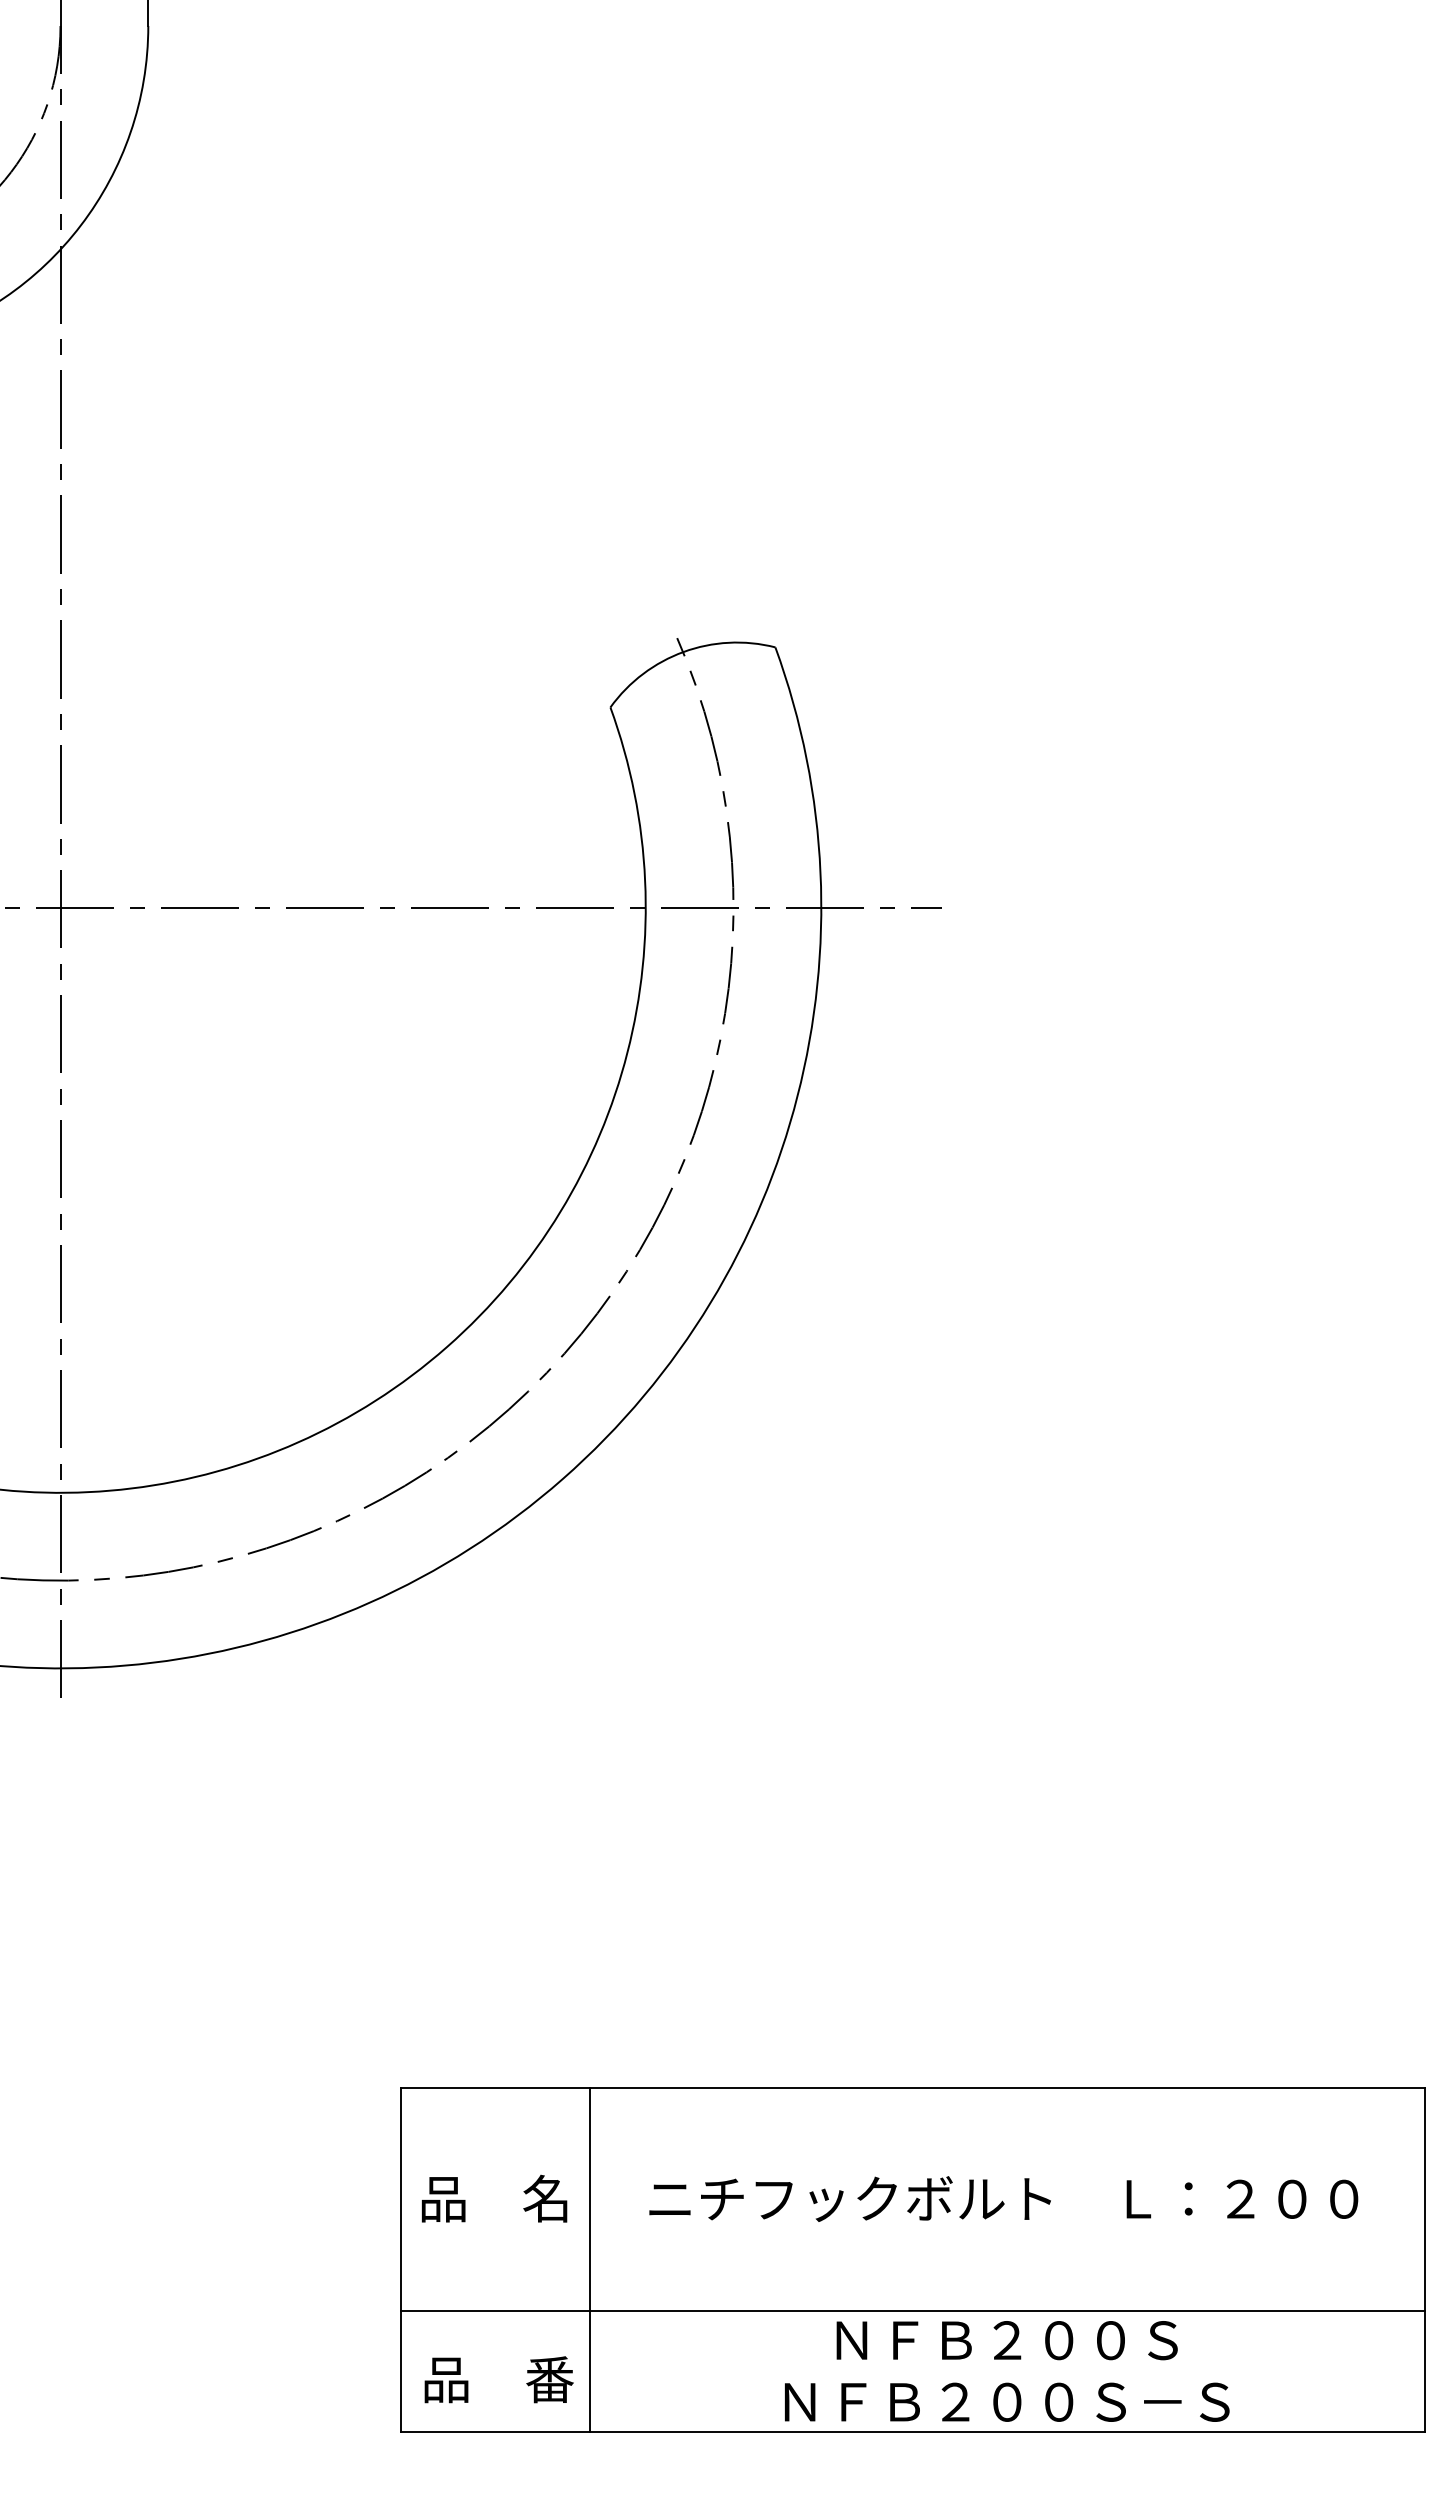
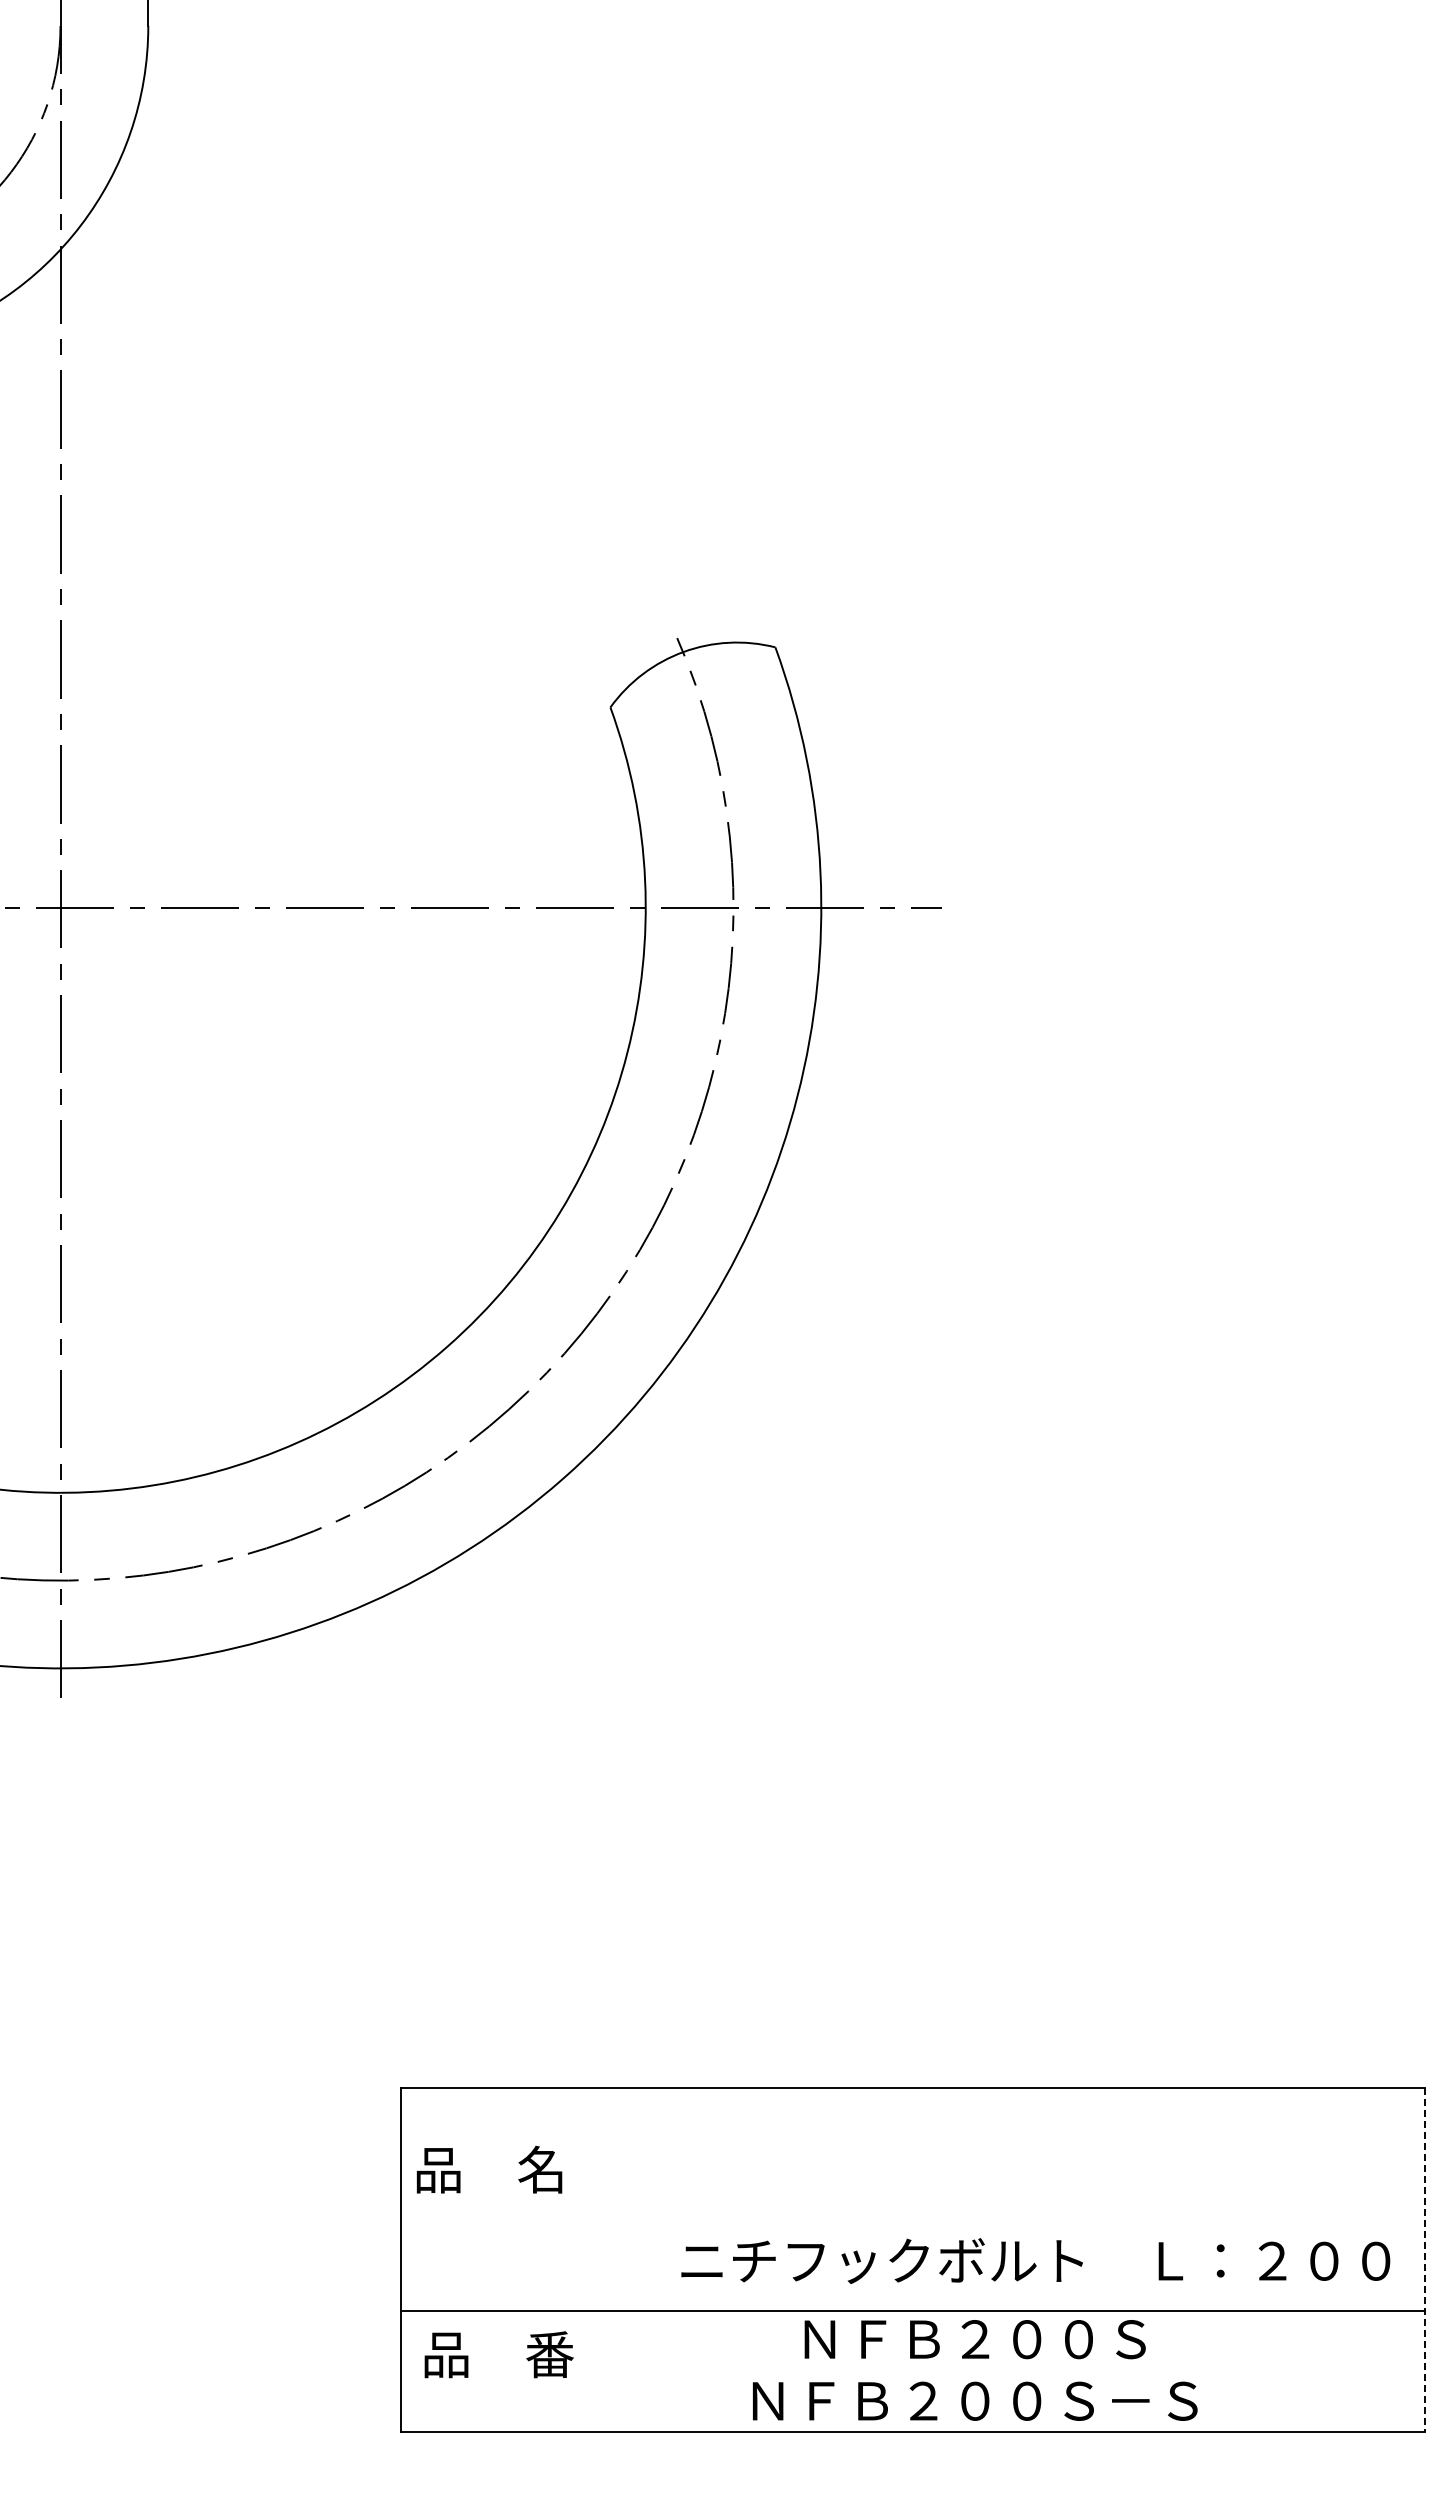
text at (494, 2198) position: (494, 2198) -> (489, 2169)
text at (1003, 2198) position: (1003, 2198) -> (1035, 2260)
line at (589, 2259): present -> none
line at (1424, 2260): solid -> dashed
text at (1007, 2371) position: (1007, 2371) -> (975, 2370)
text at (498, 2379) position: (498, 2379) -> (498, 2354)
